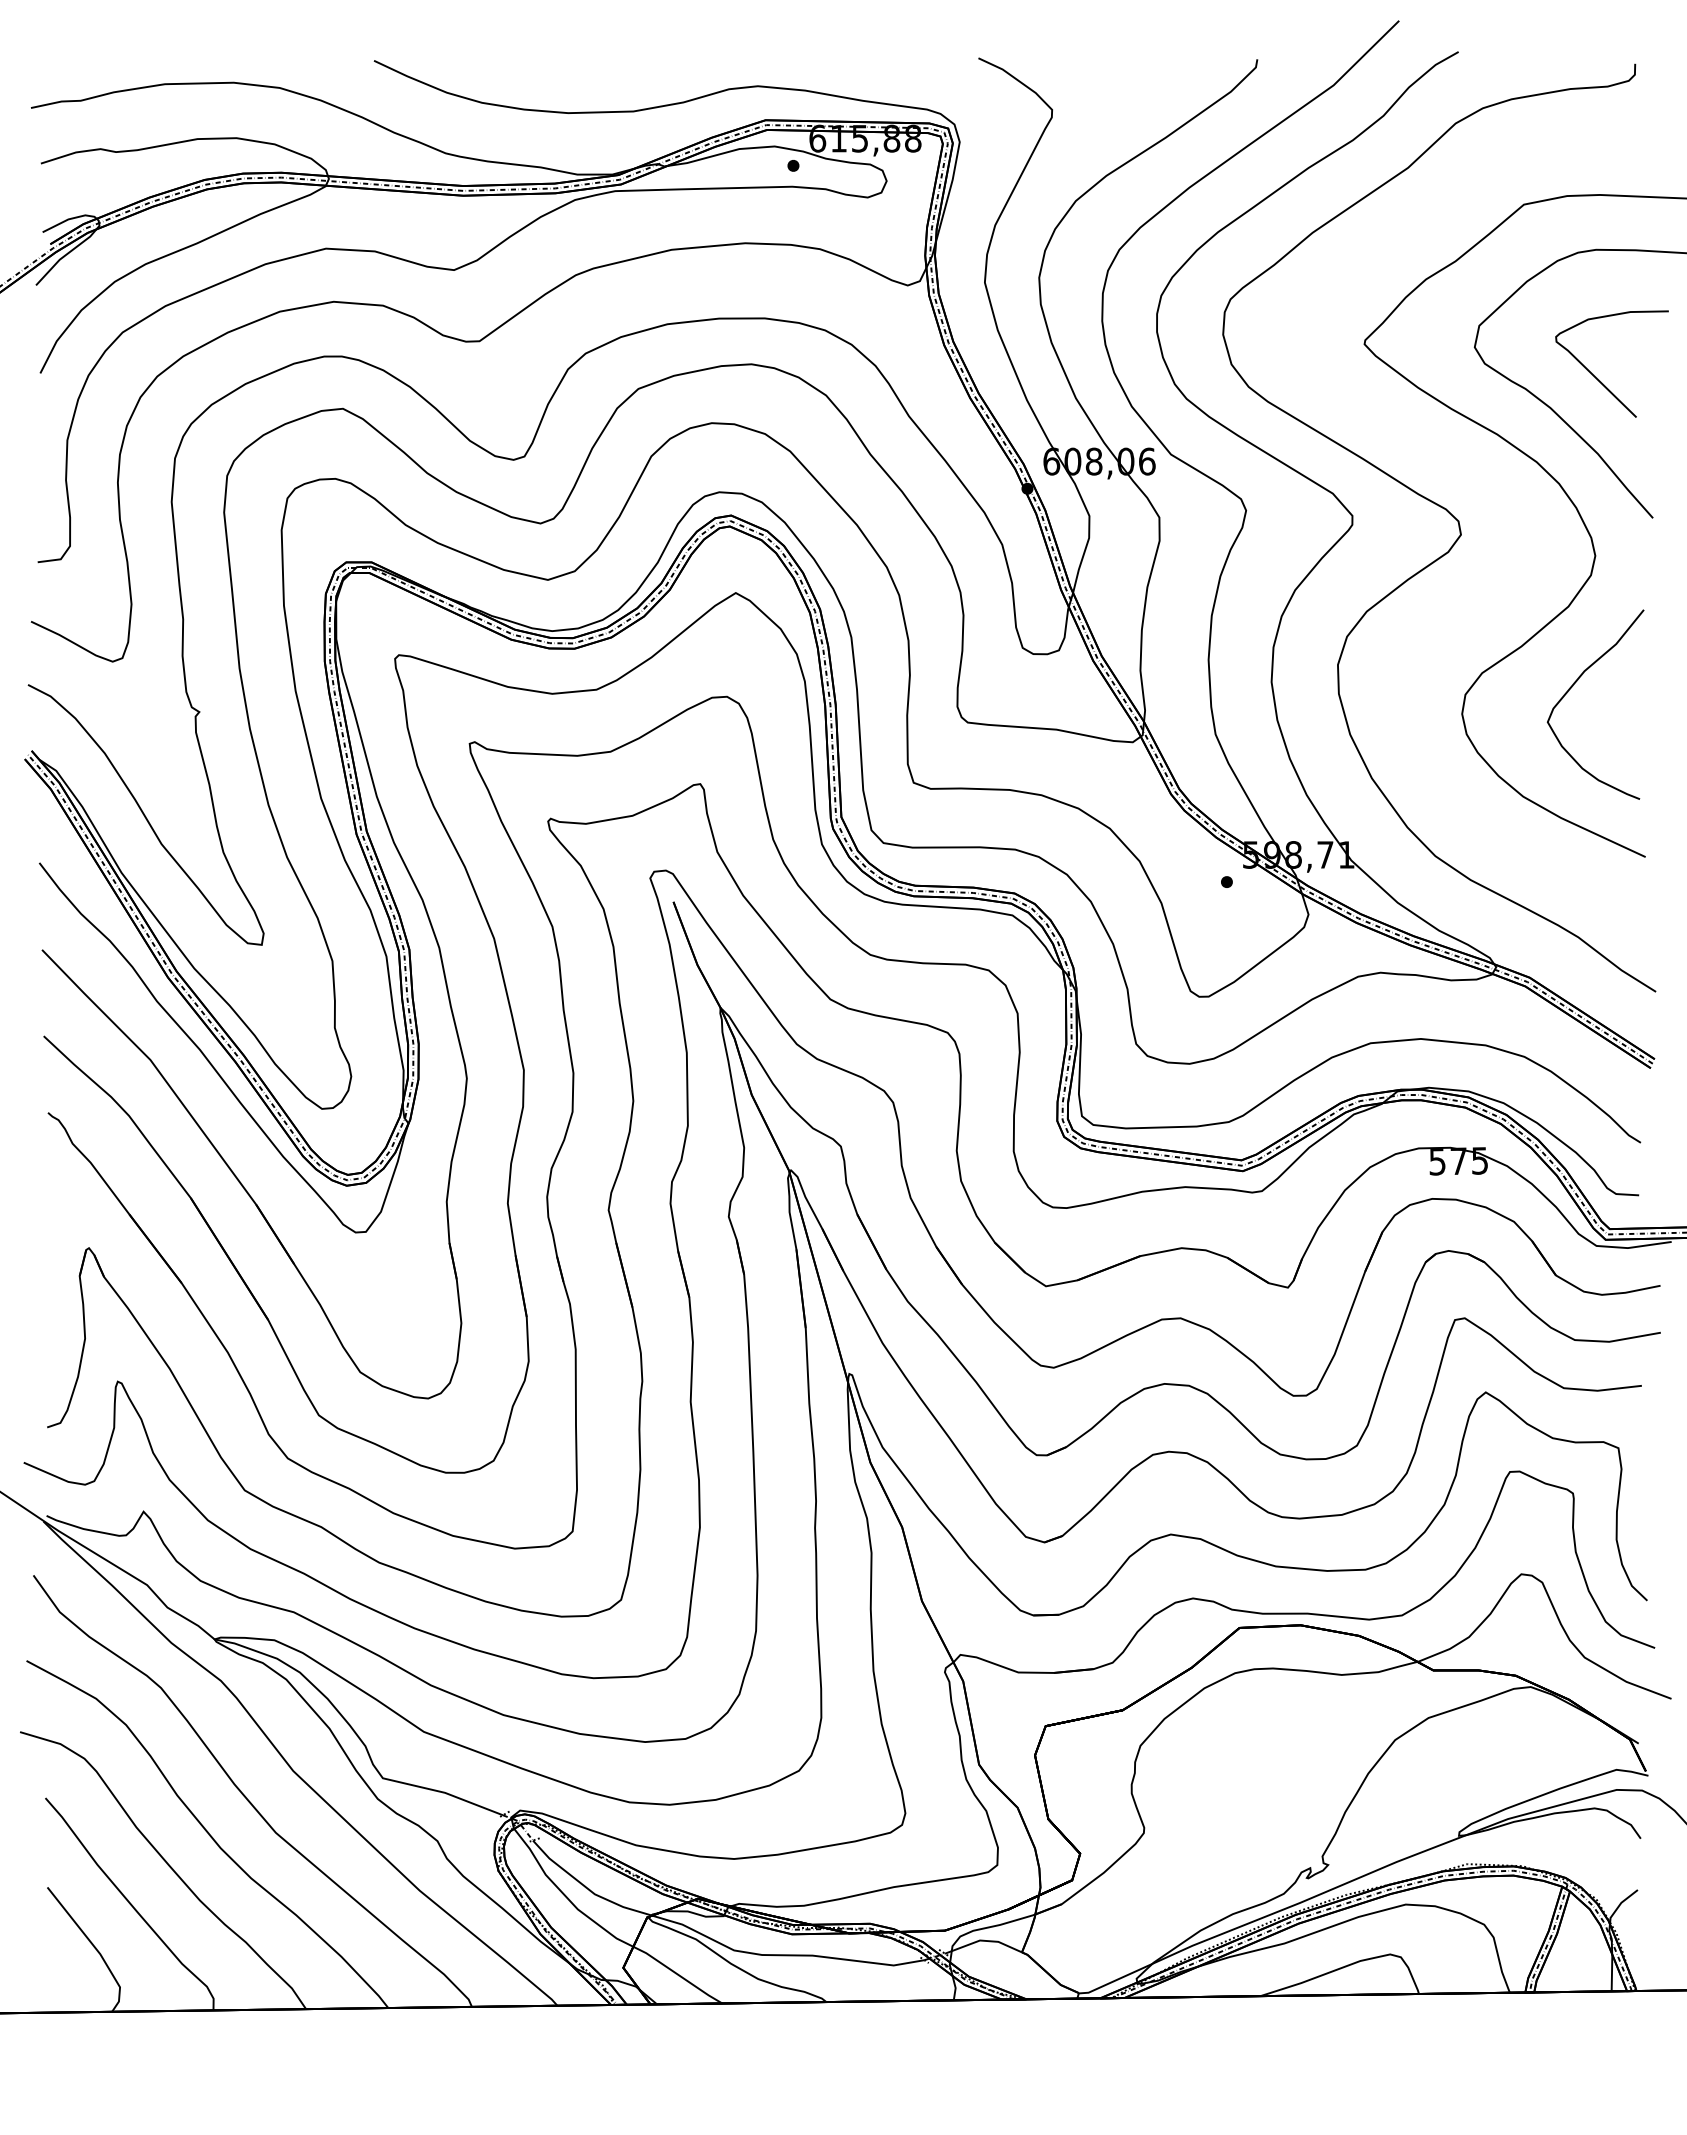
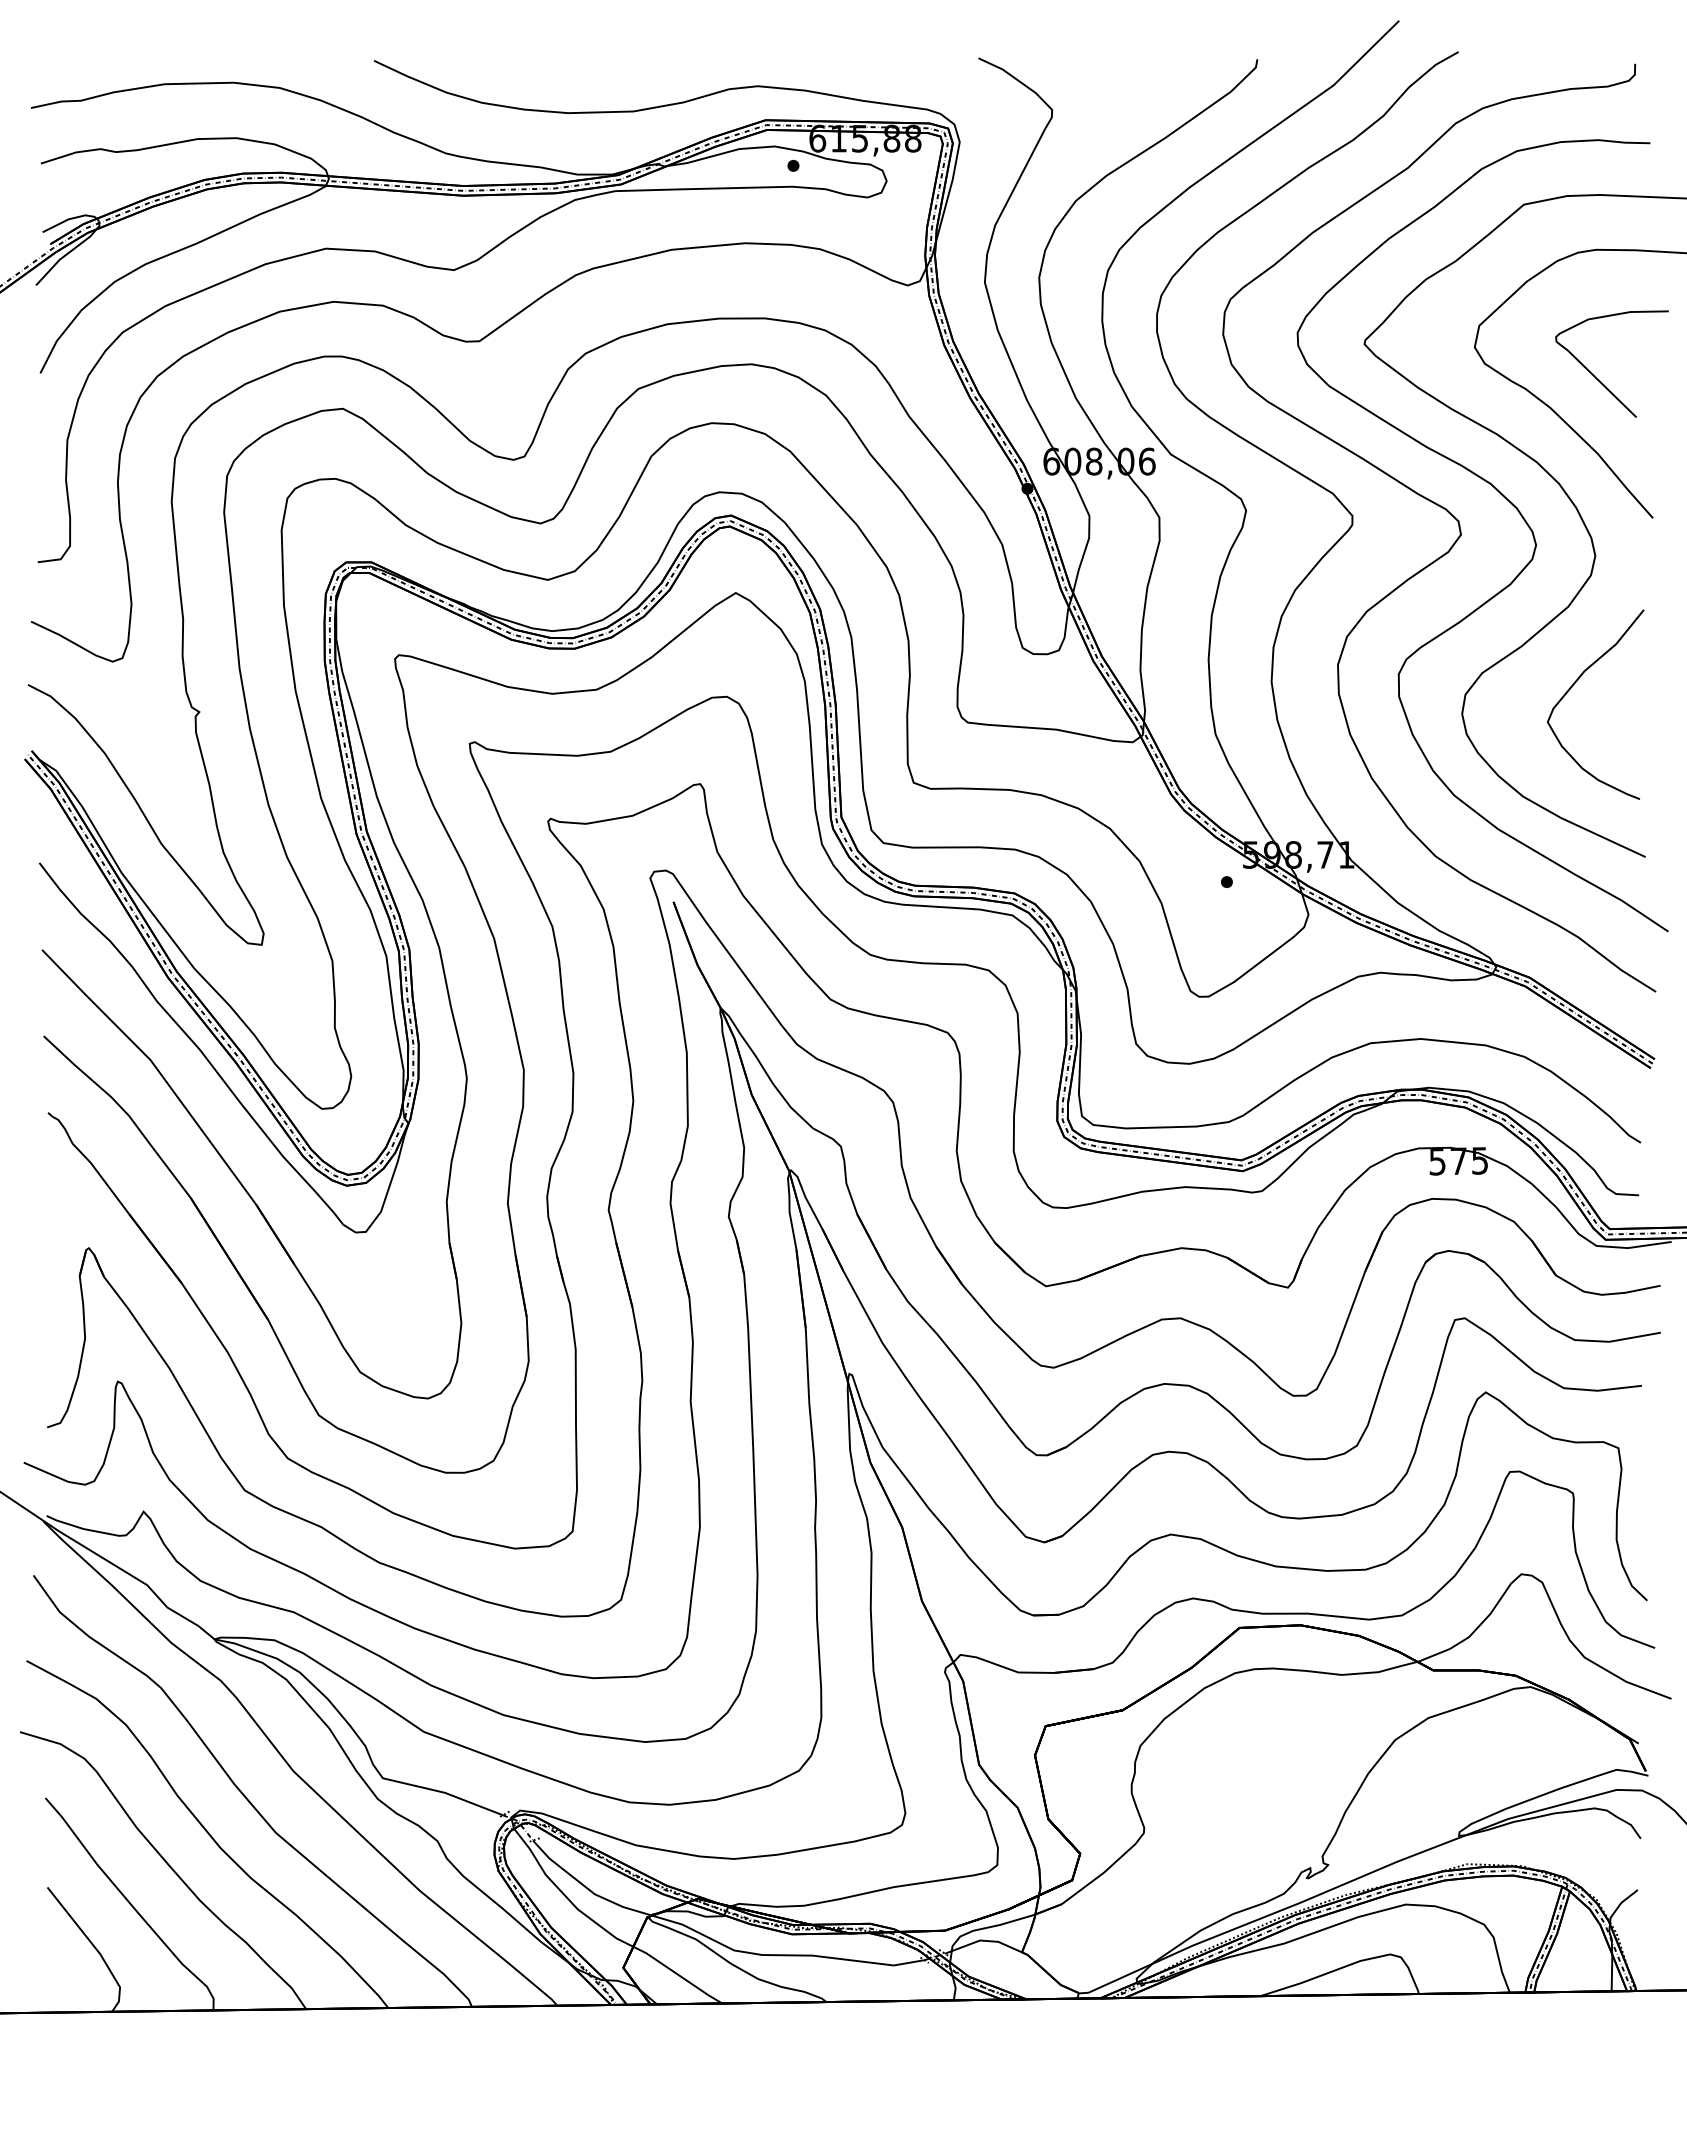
curve at (1512, 505): none -> present
